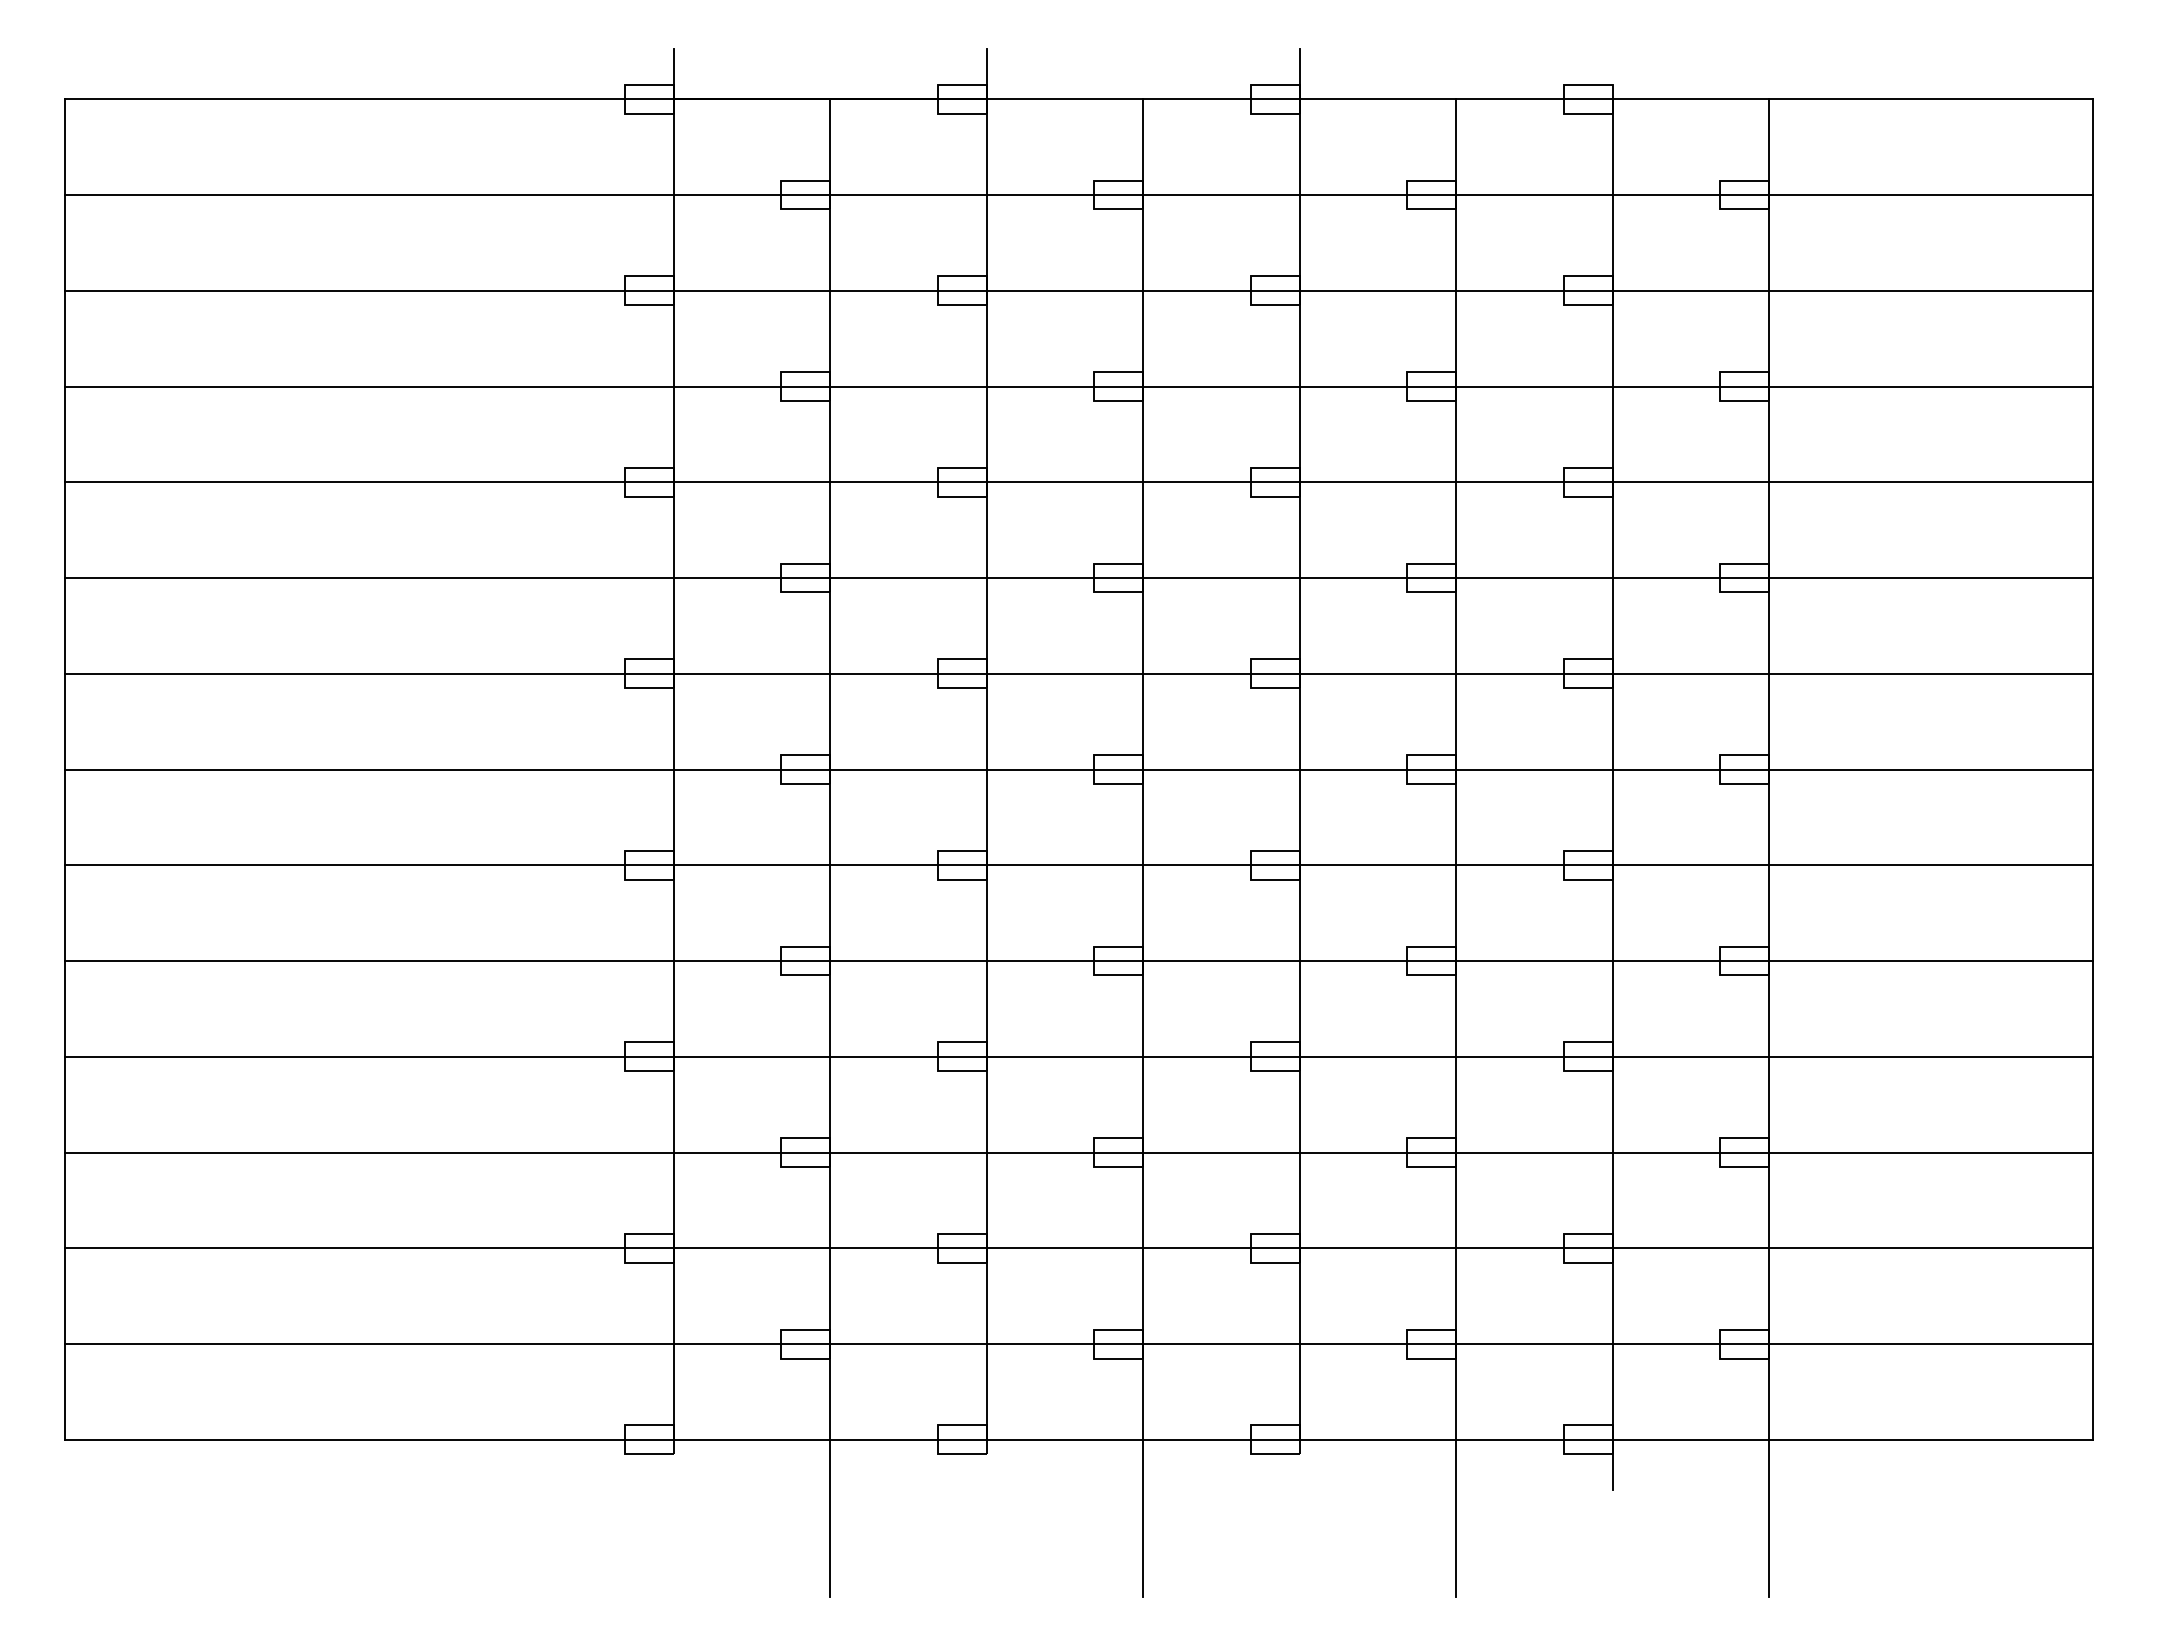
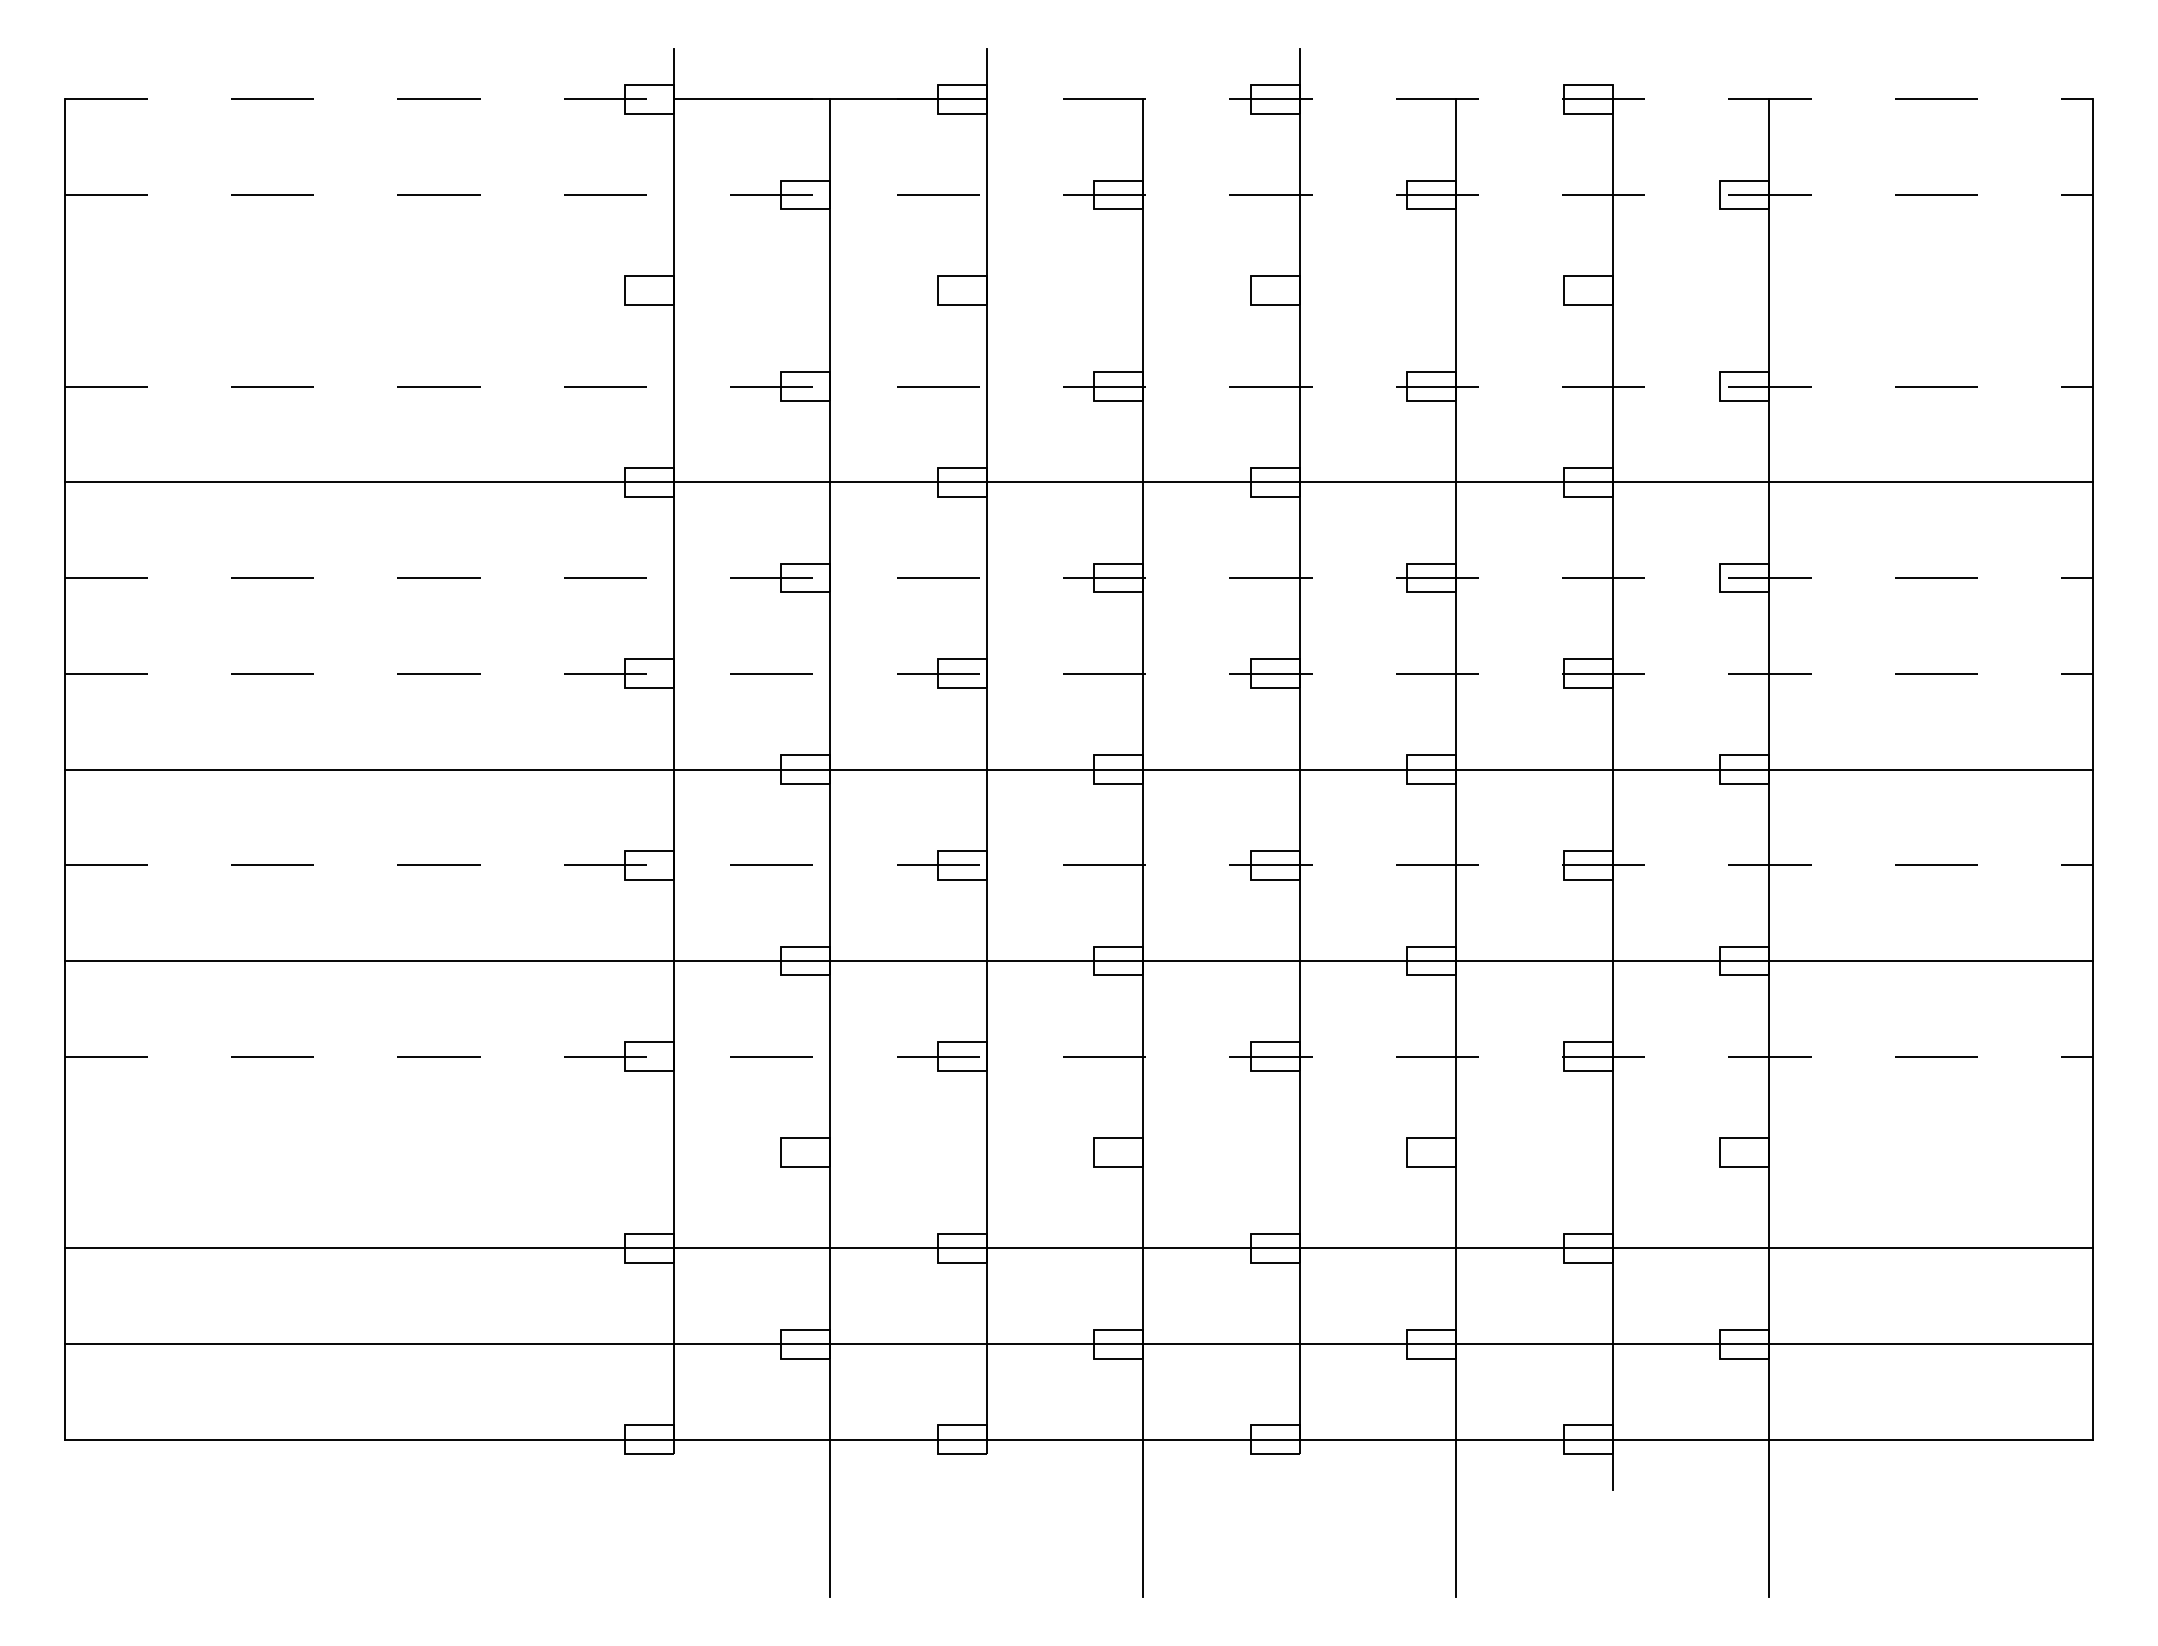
line at (1079, 99): solid -> dashed
line at (1079, 195): solid -> dashed
line at (1078, 290): present -> none
line at (1079, 386): solid -> dashed
line at (1079, 578): solid -> dashed
line at (1079, 673): solid -> dashed
line at (1079, 865): solid -> dashed
line at (1079, 1056): solid -> dashed
line at (1078, 1152): present -> none
